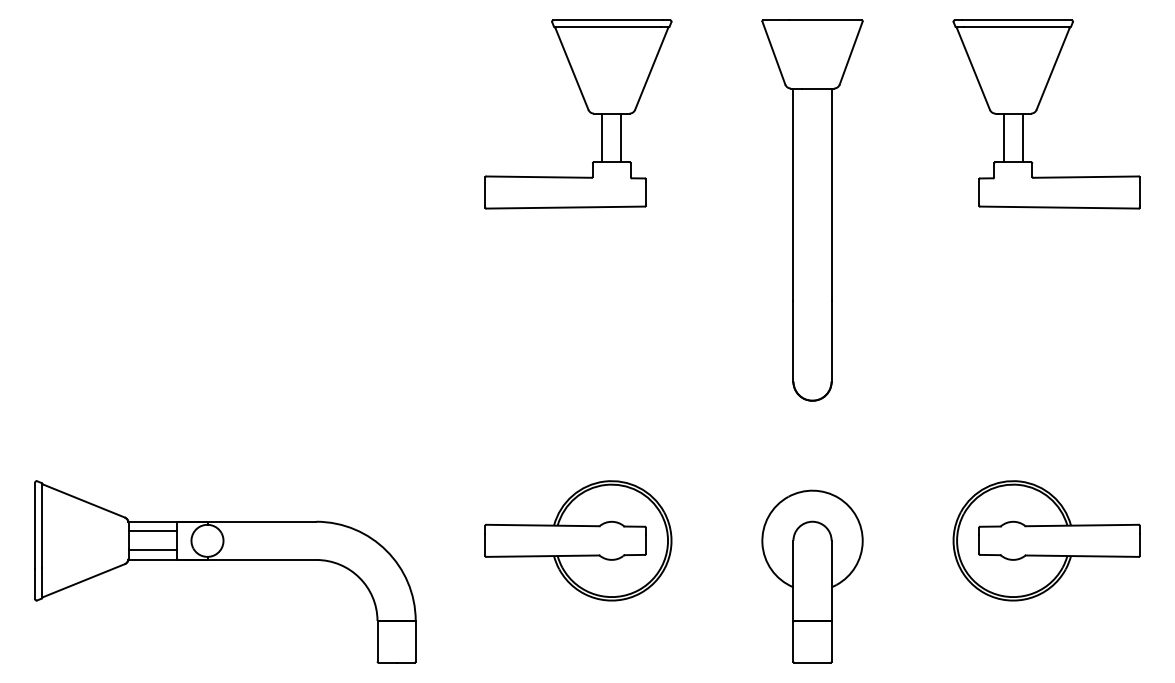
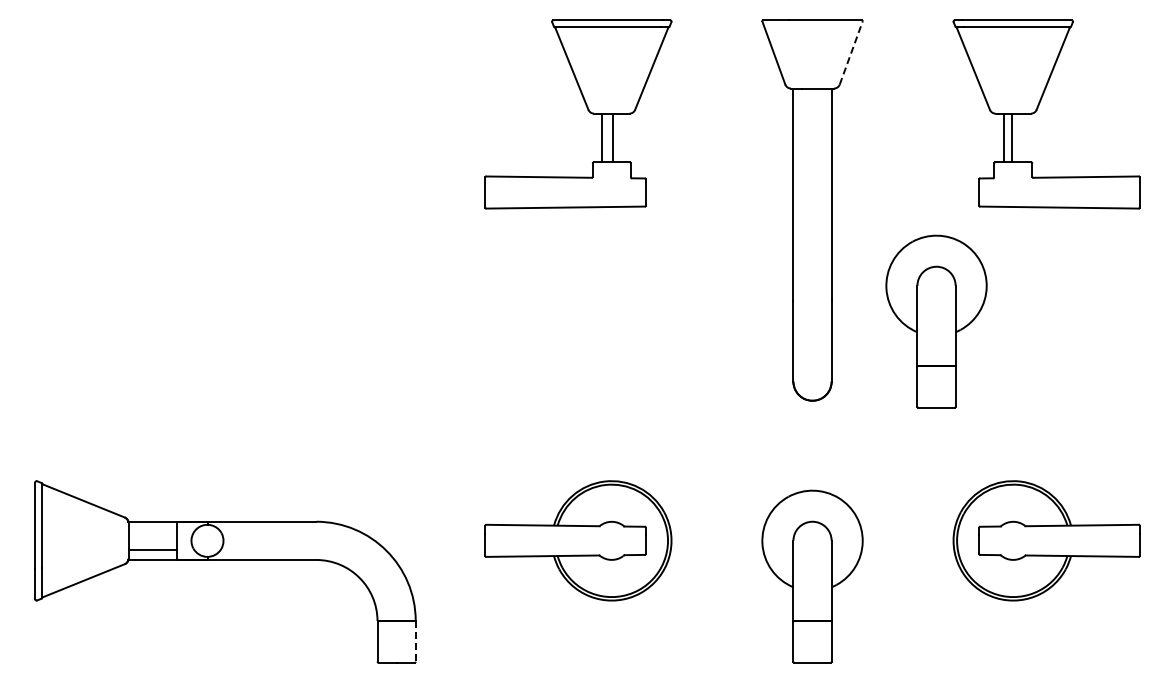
line at (851, 52): solid -> dashed
line at (621, 137) position: (621, 137) -> (613, 137)
line at (1022, 137) position: (1022, 137) -> (1011, 137)
part at (936, 321): none -> present
line at (152, 531): present -> none
line at (415, 641): solid -> dashed
